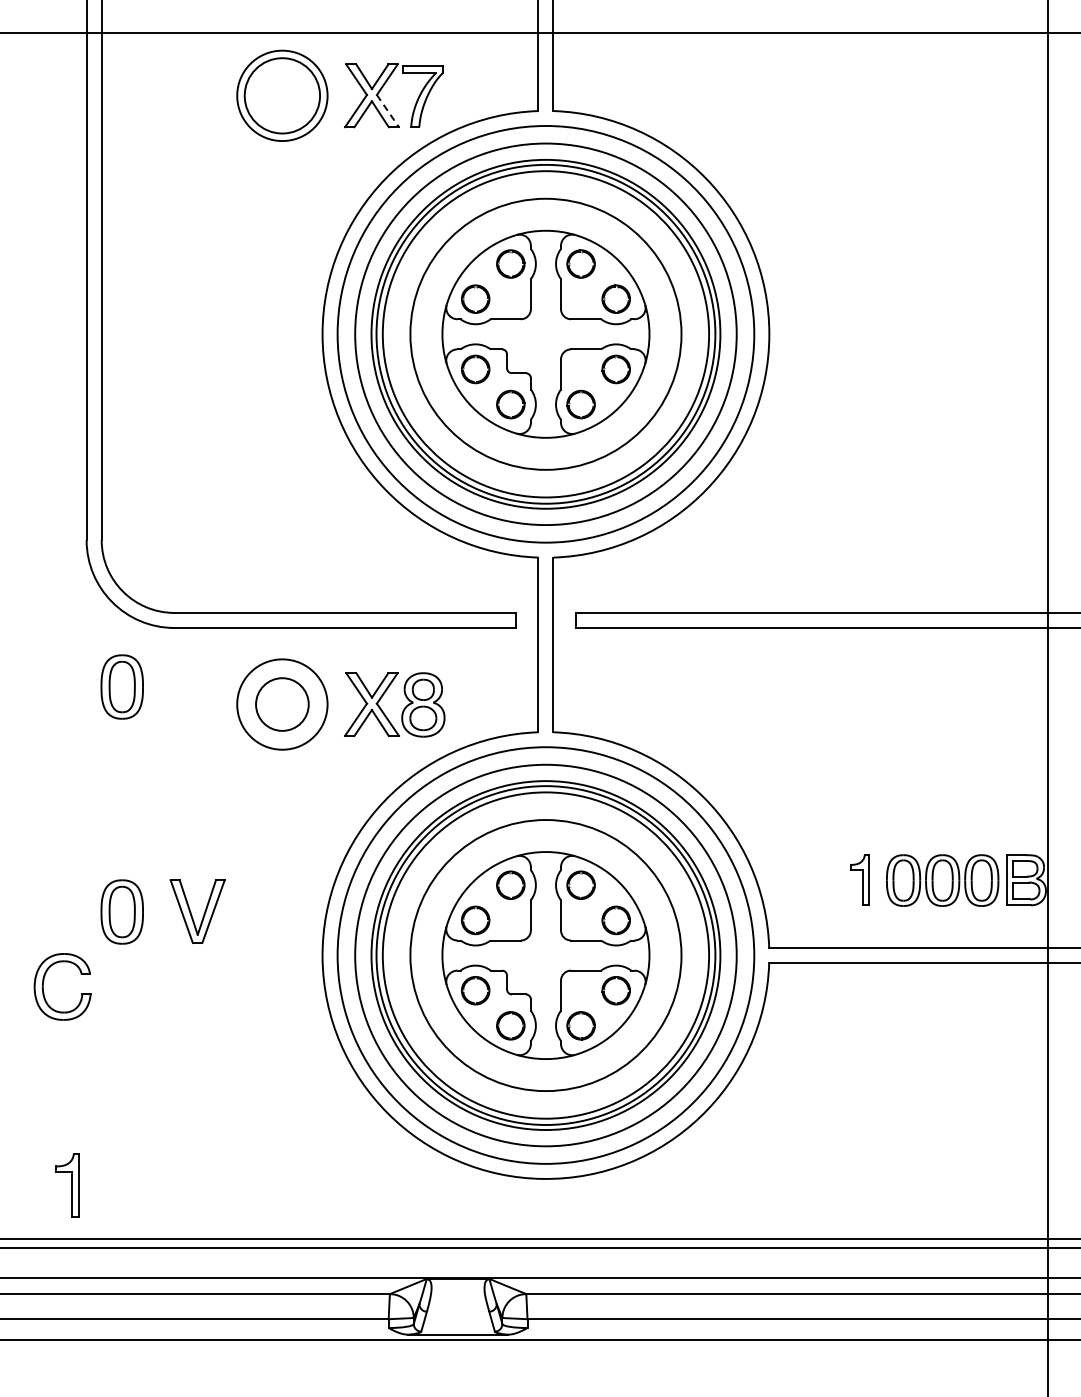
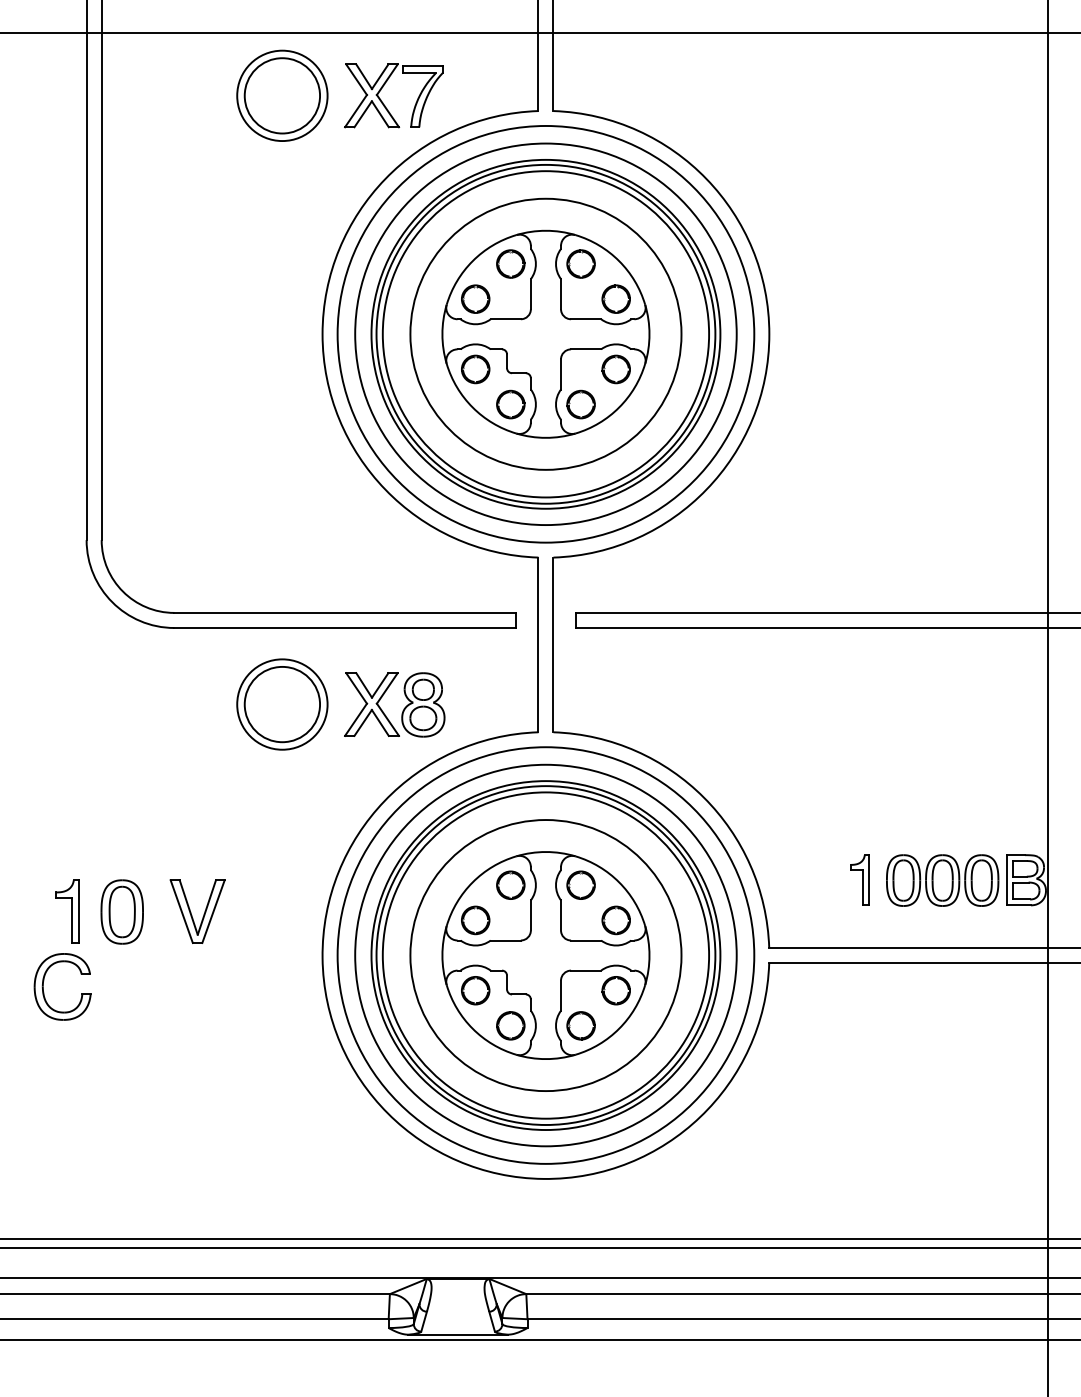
line at (387, 111): dashed -> solid
part at (121, 686): present -> none
circle at (282, 704) diameter: 53 px -> 75 px
part at (67, 1185) position: (67, 1185) -> (67, 911)
